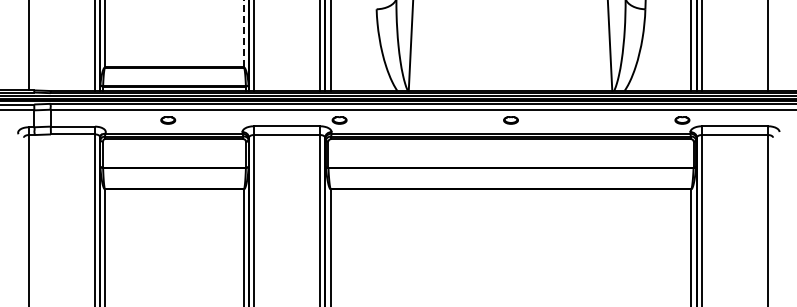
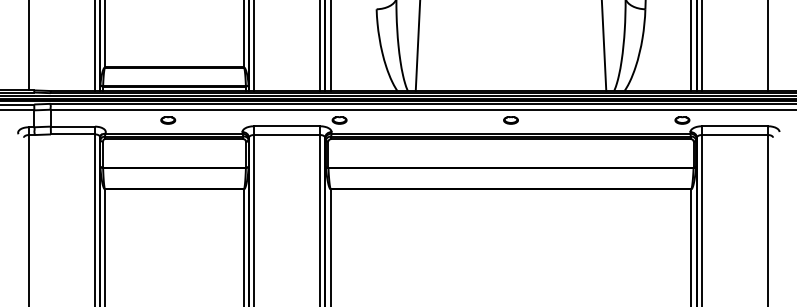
line at (243, 33): dashed -> solid
line at (410, 46) position: (410, 46) -> (417, 46)
line at (609, 46) position: (609, 46) -> (603, 46)
